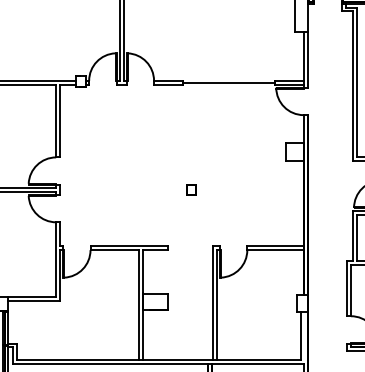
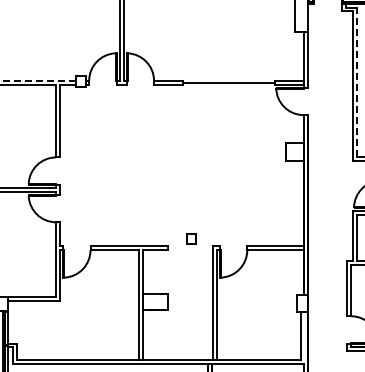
line at (38, 80): solid -> dashed
line at (357, 82): solid -> dashed
part at (191, 189) position: (191, 189) -> (191, 238)
